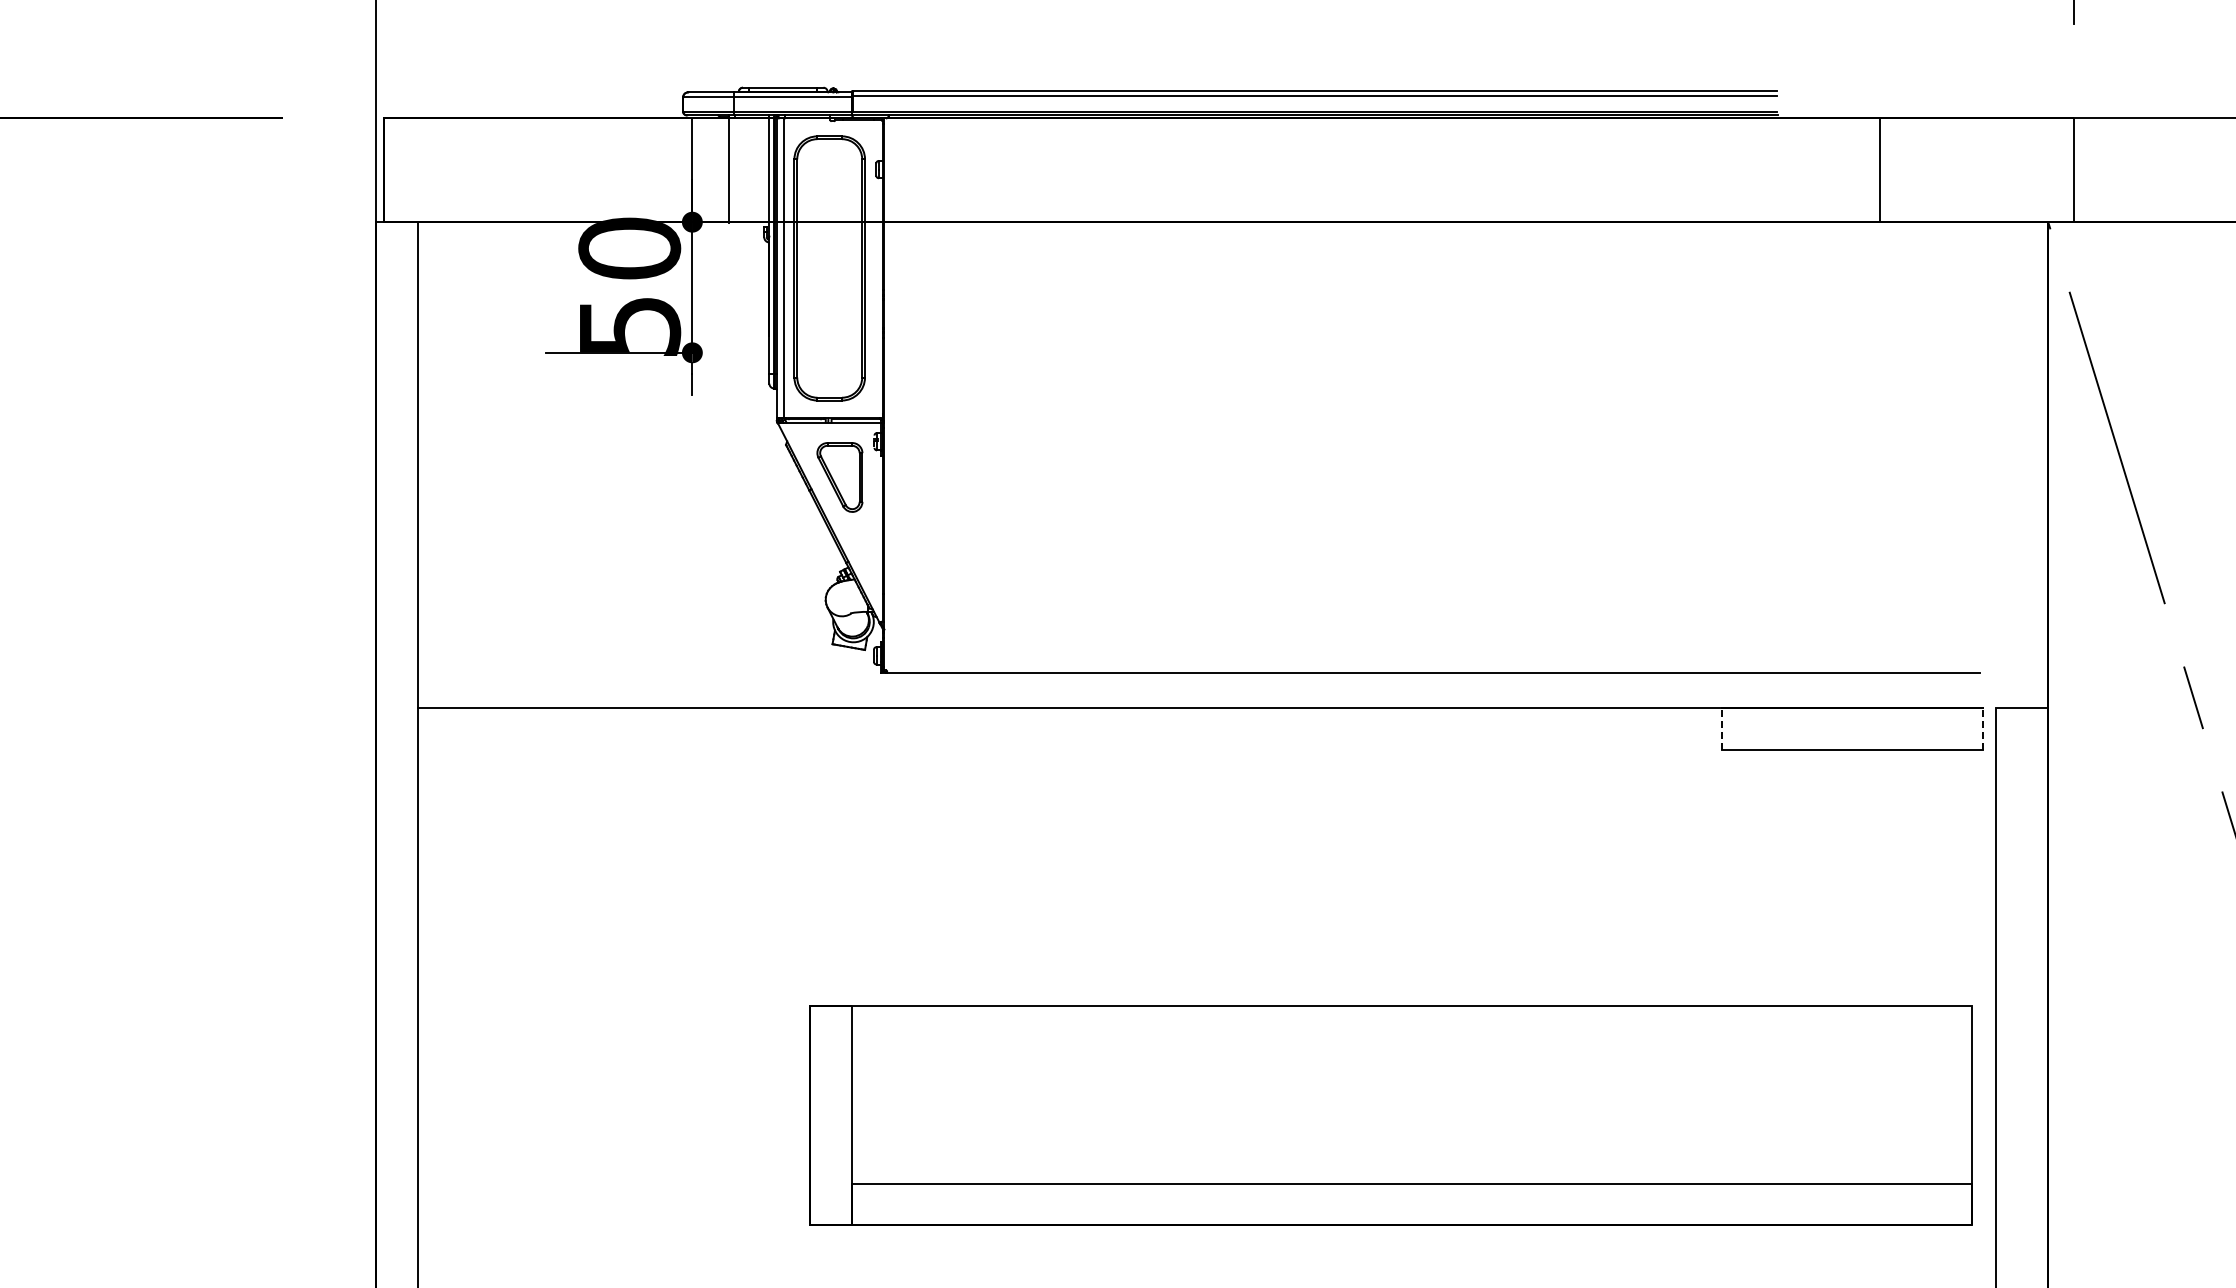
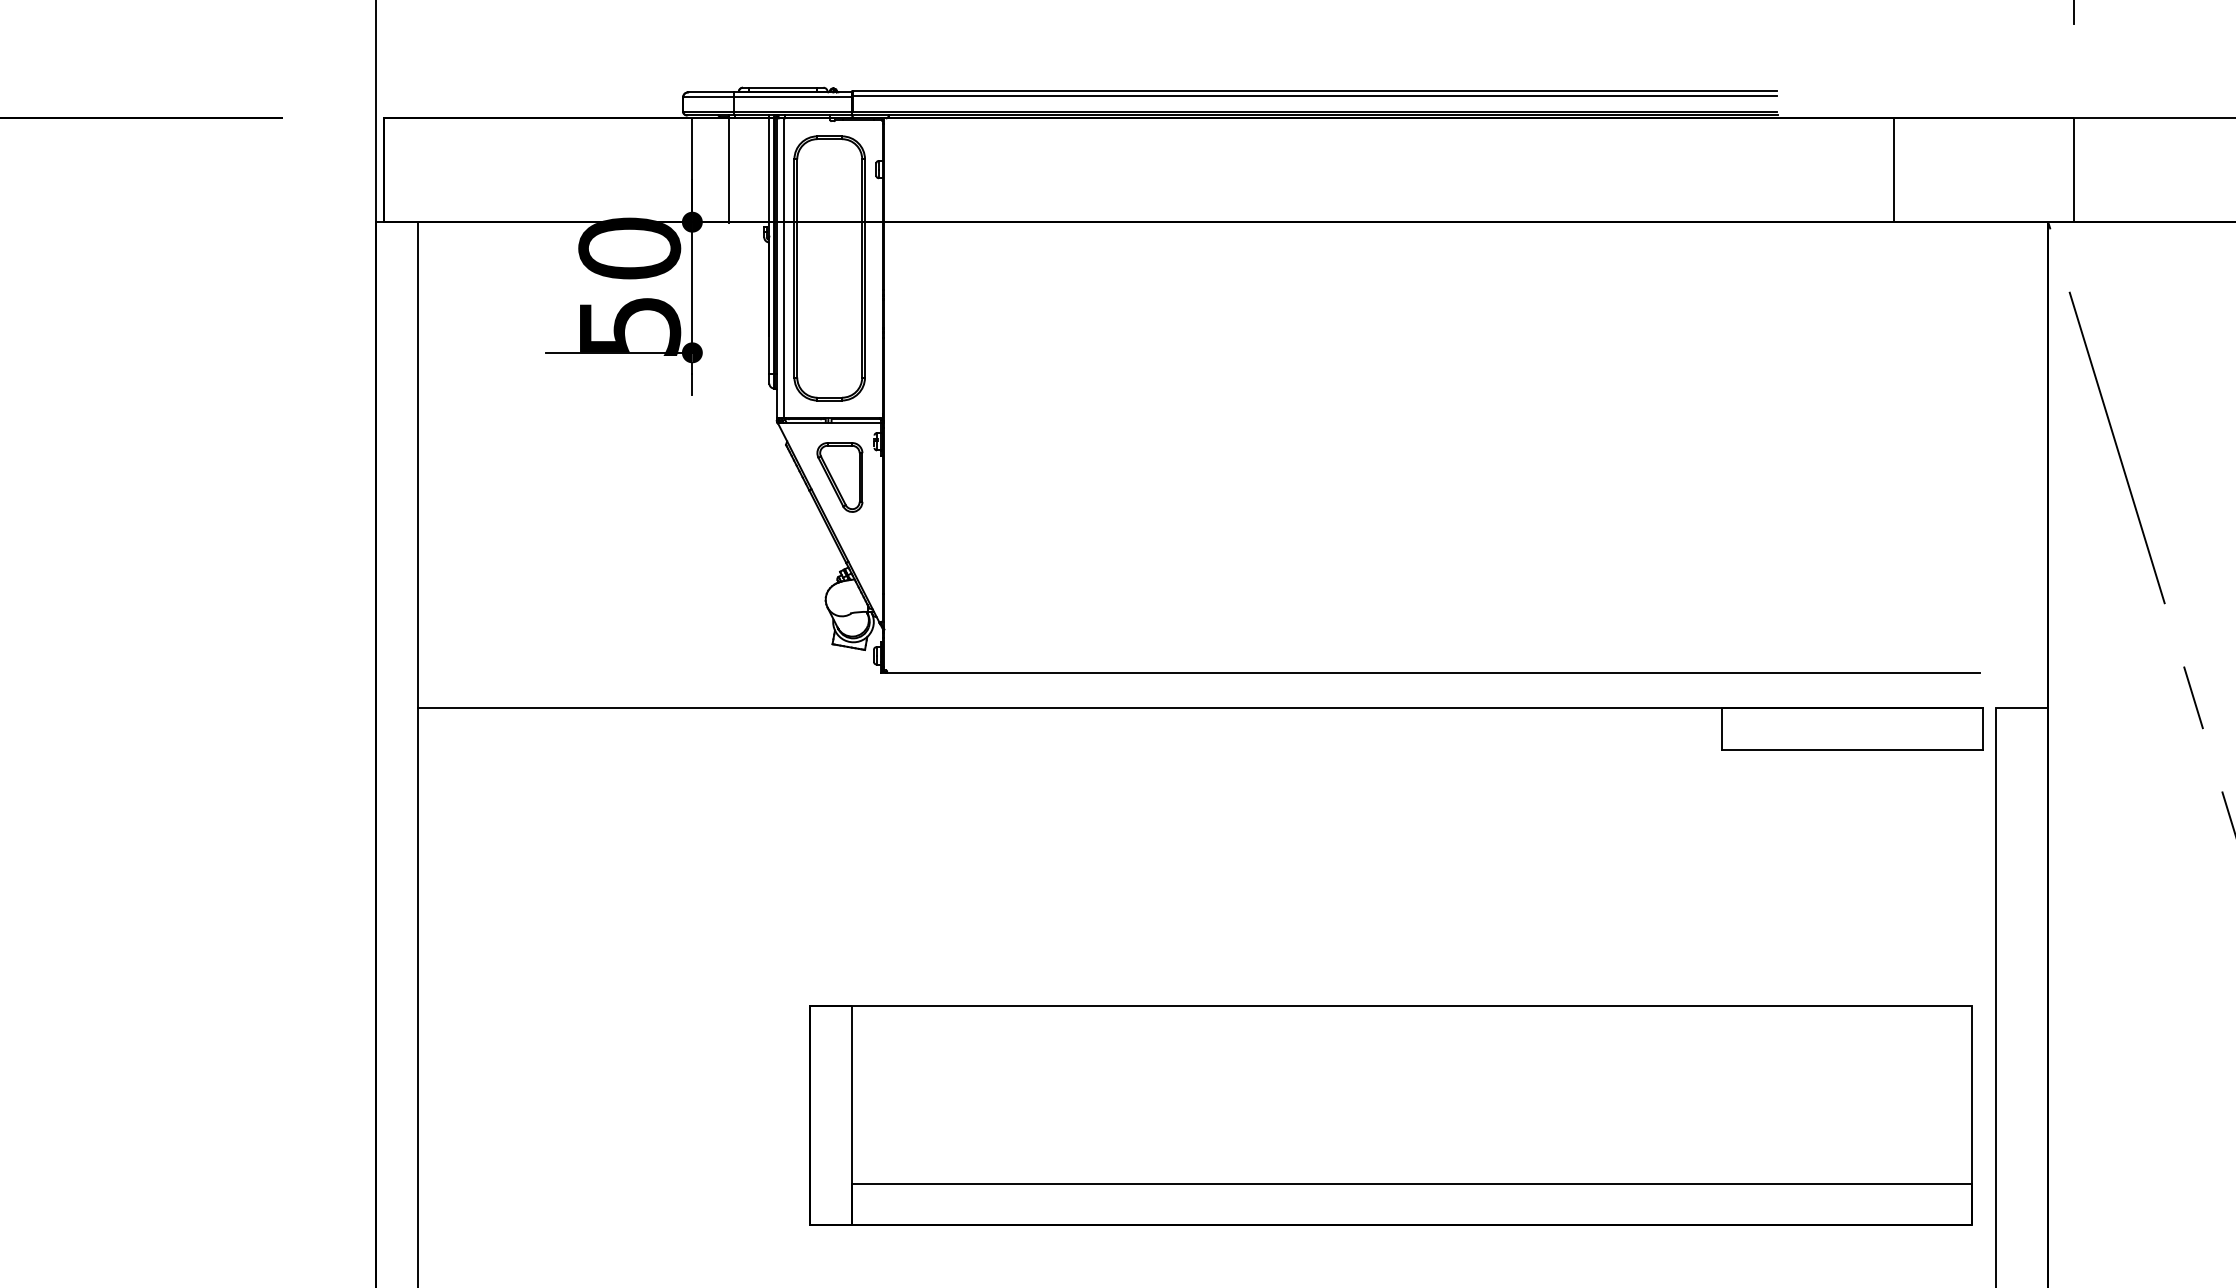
line at (1880, 169) position: (1880, 169) -> (1894, 169)
line at (1721, 729): dashed -> solid
line at (1982, 729): dashed -> solid
